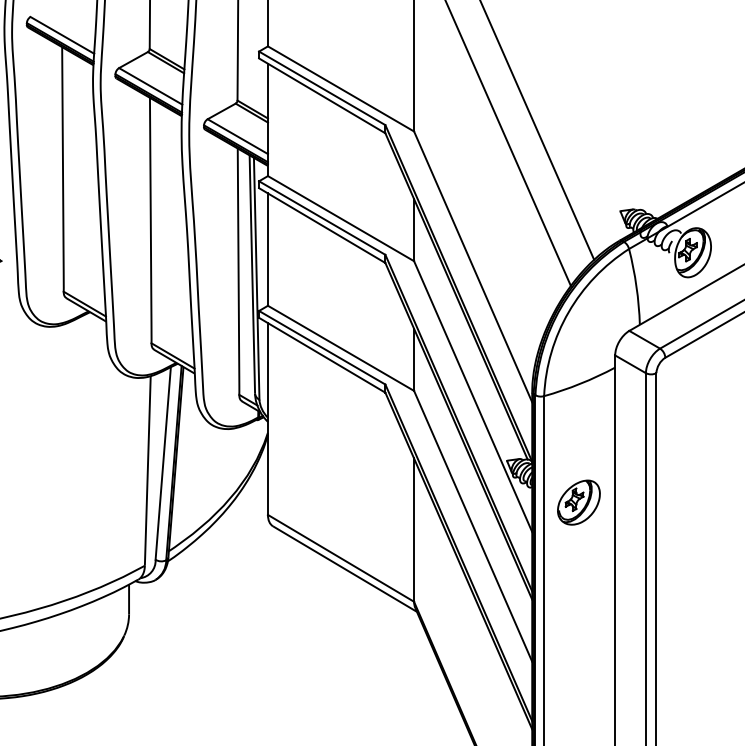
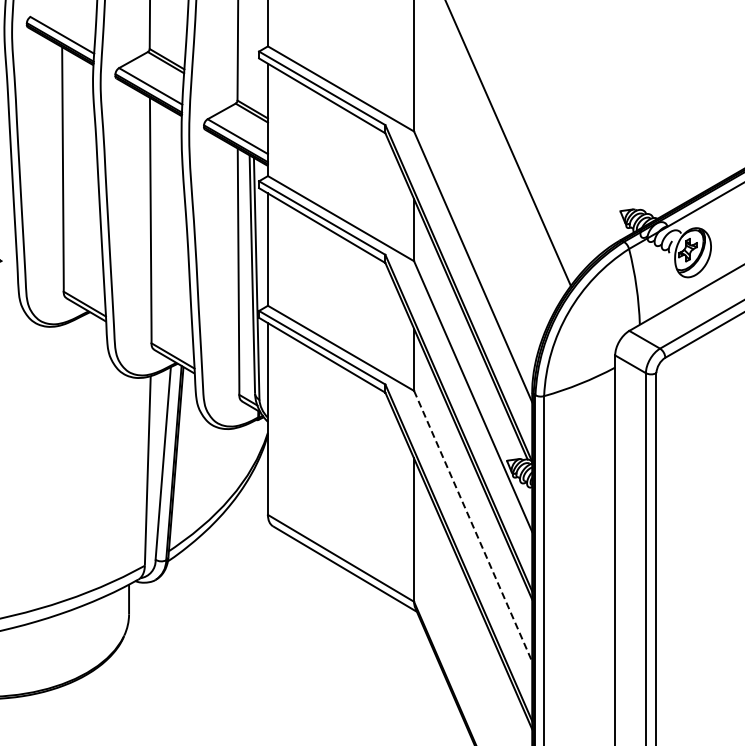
line at (537, 130): present -> none
part at (578, 502): present -> none
line at (473, 526): solid -> dashed
